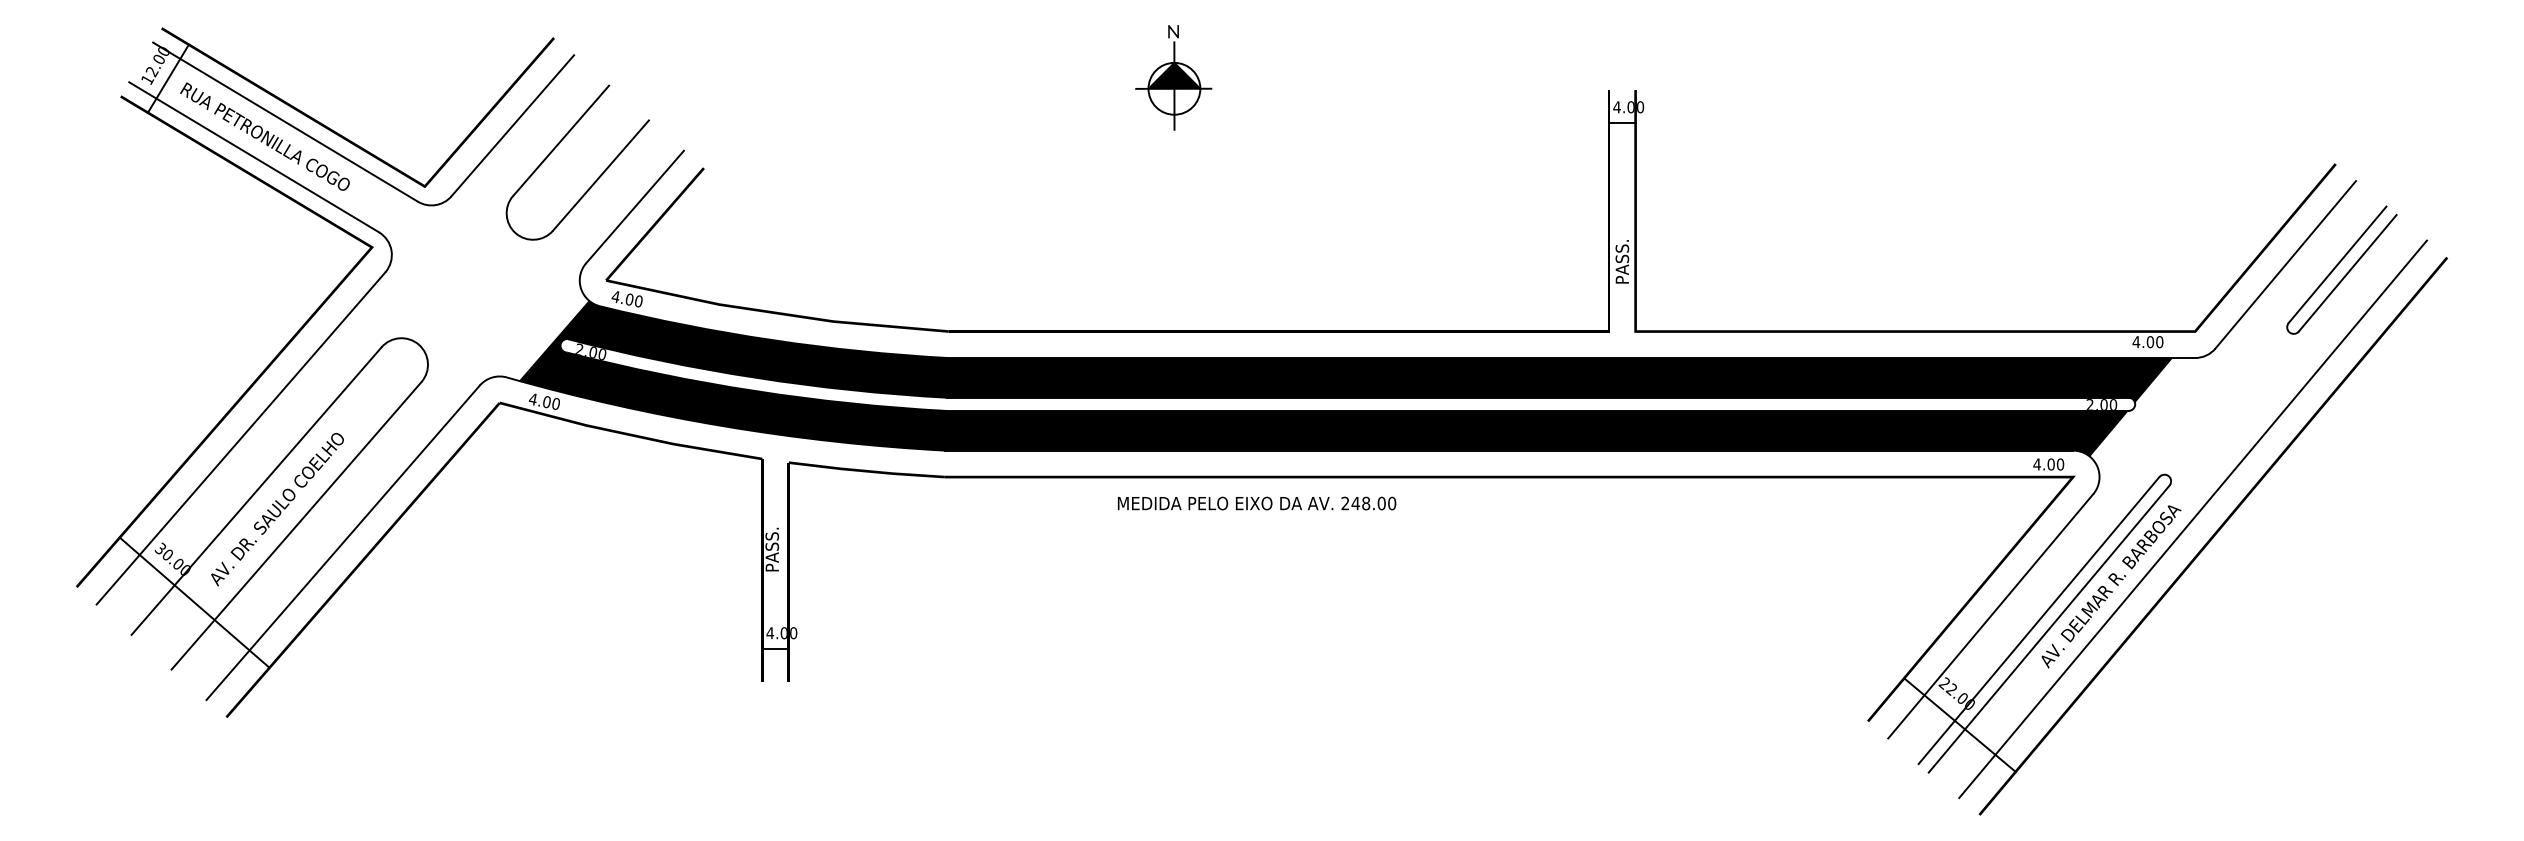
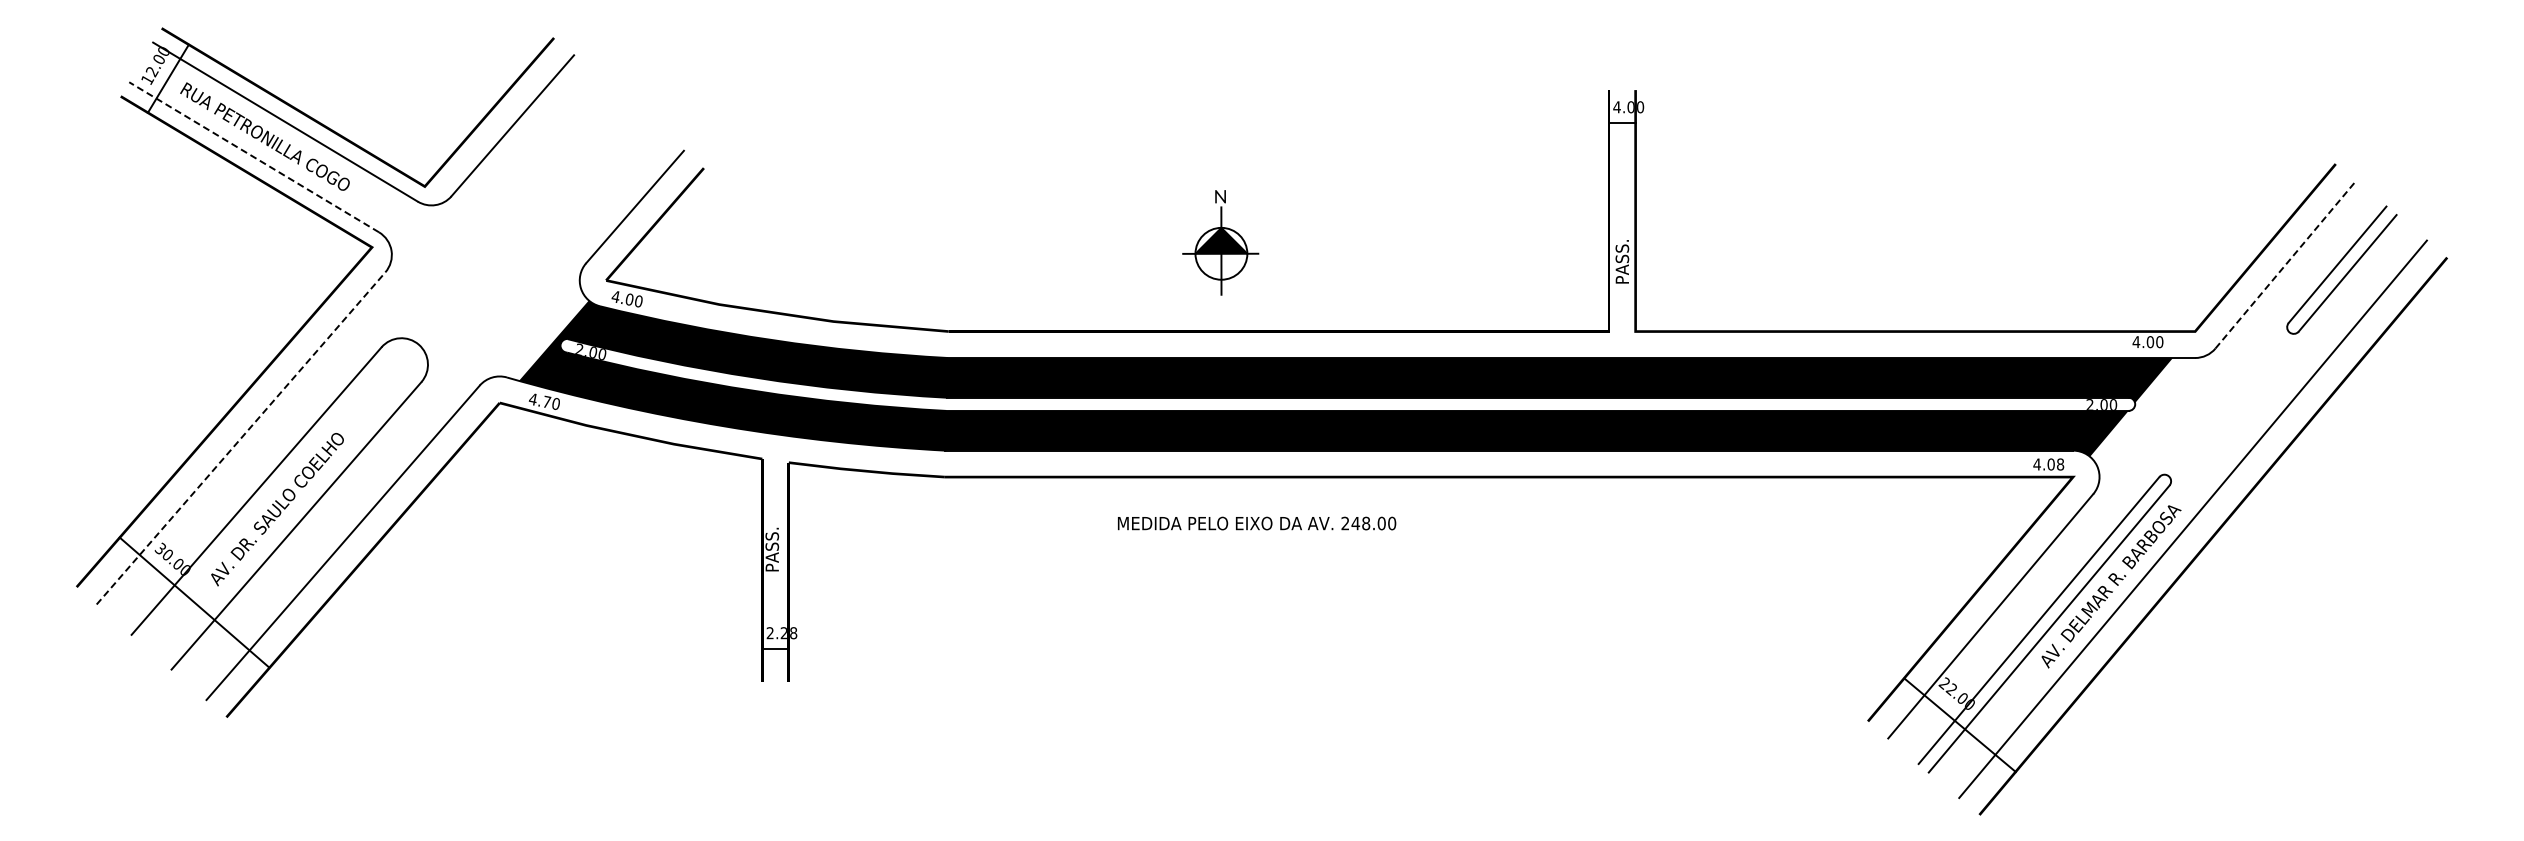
part at (1173, 77) position: (1173, 77) -> (1220, 242)
line at (254, 157): solid -> dashed
part at (598, 176): present -> none
line at (2286, 264): solid -> dashed
text at (547, 401): 4.00 -> 4.70
line at (241, 438): solid -> dashed
text at (2060, 464): 4.00 -> 4.08
text at (1257, 503) position: (1257, 503) -> (1257, 523)
text at (781, 633): 4.00 -> 2.28
